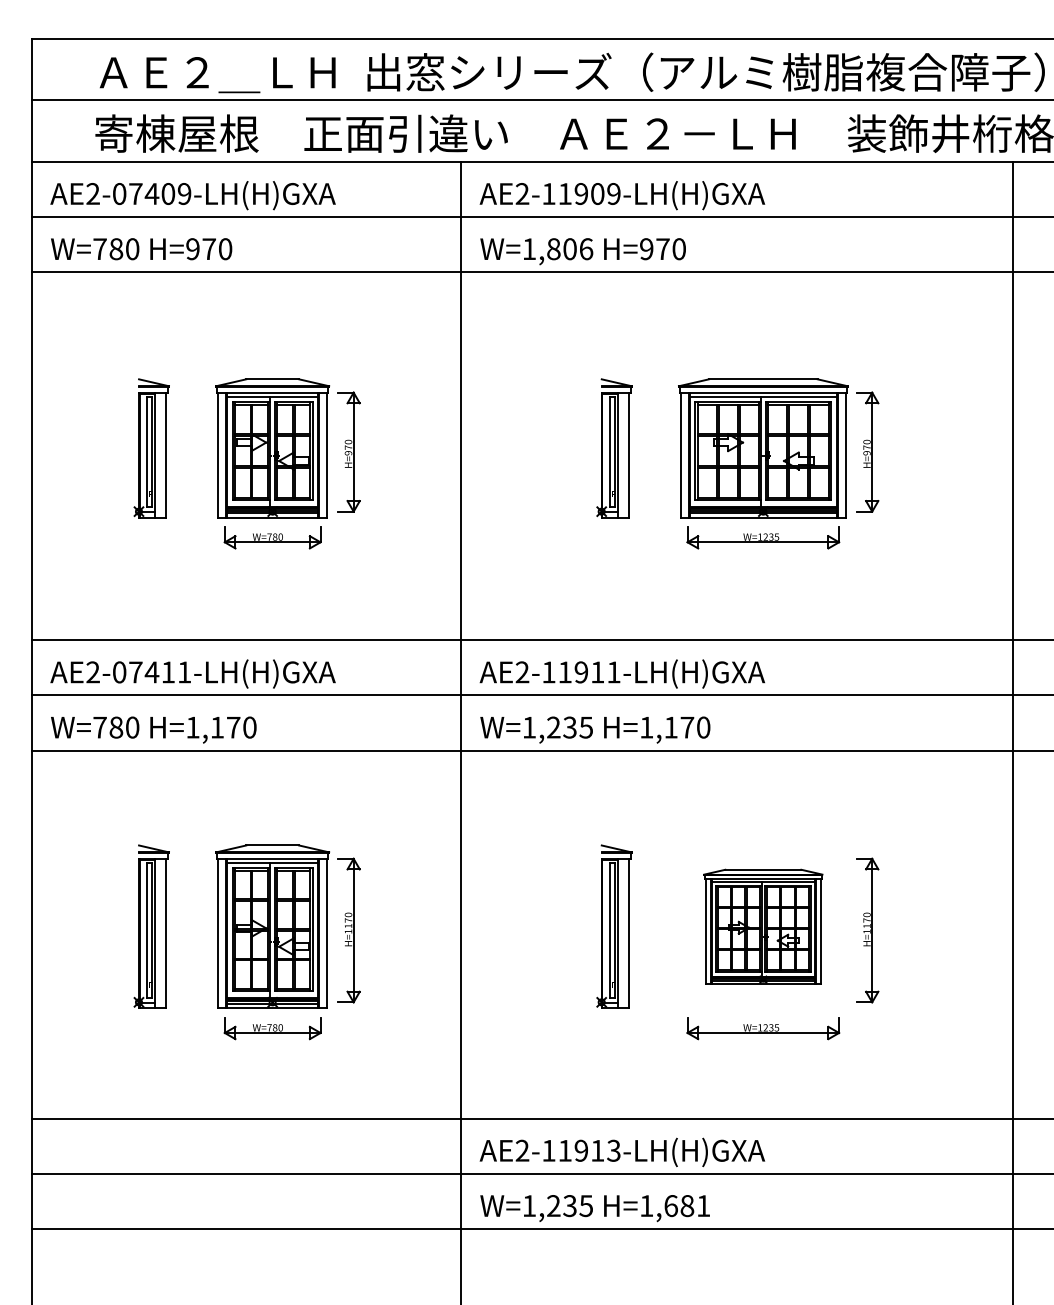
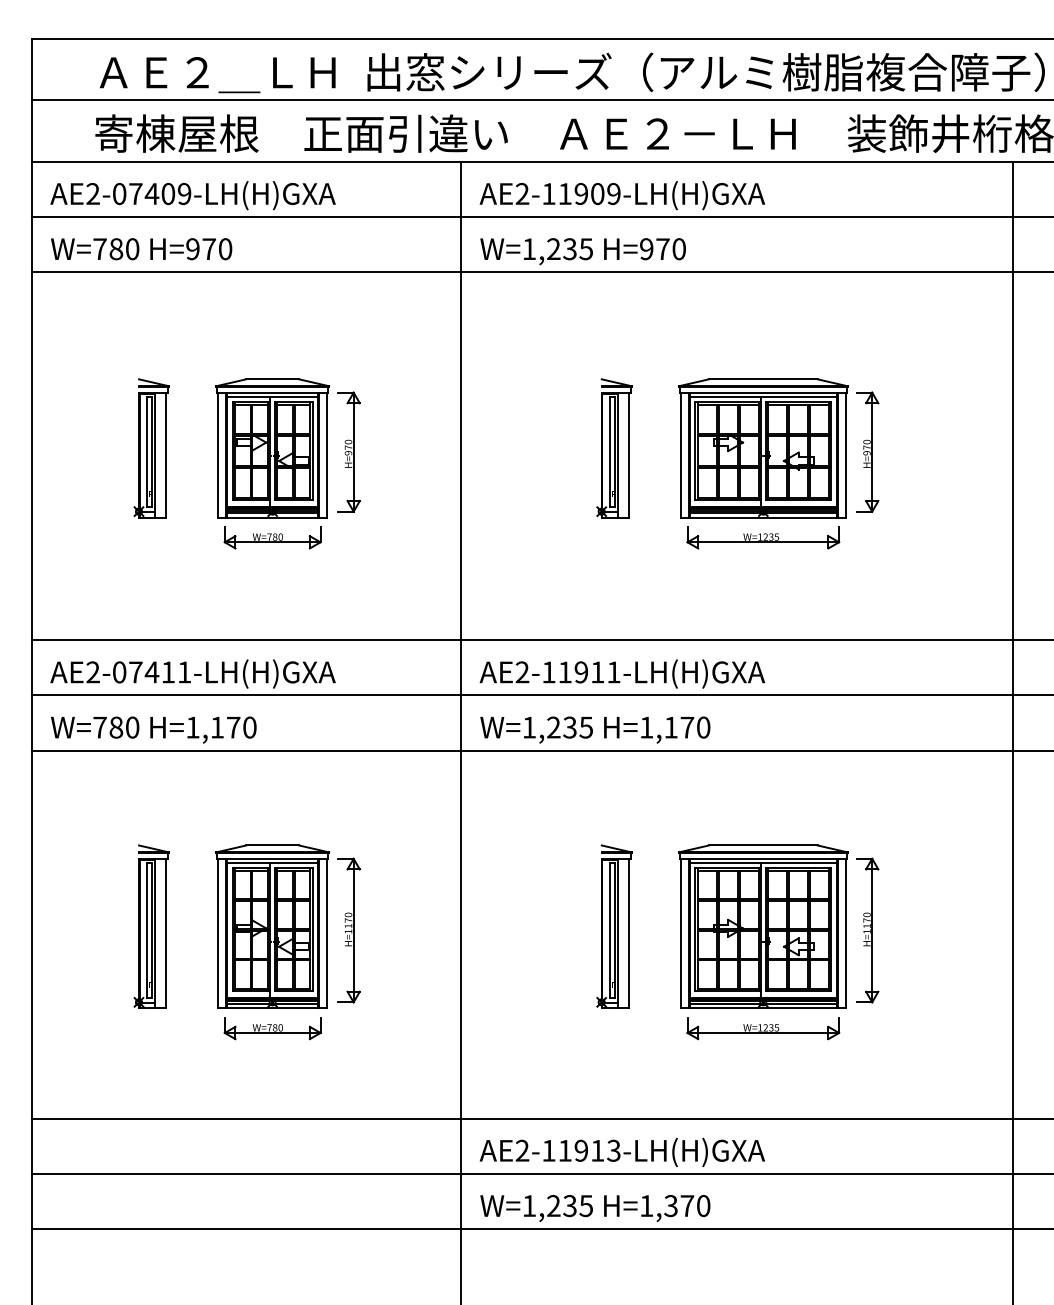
text at (570, 249): W=1,806 -> W=1,235
part at (763, 926) size: 121x117 px -> 171x165 px
text at (687, 1206): H=1,681 -> H=1,370
